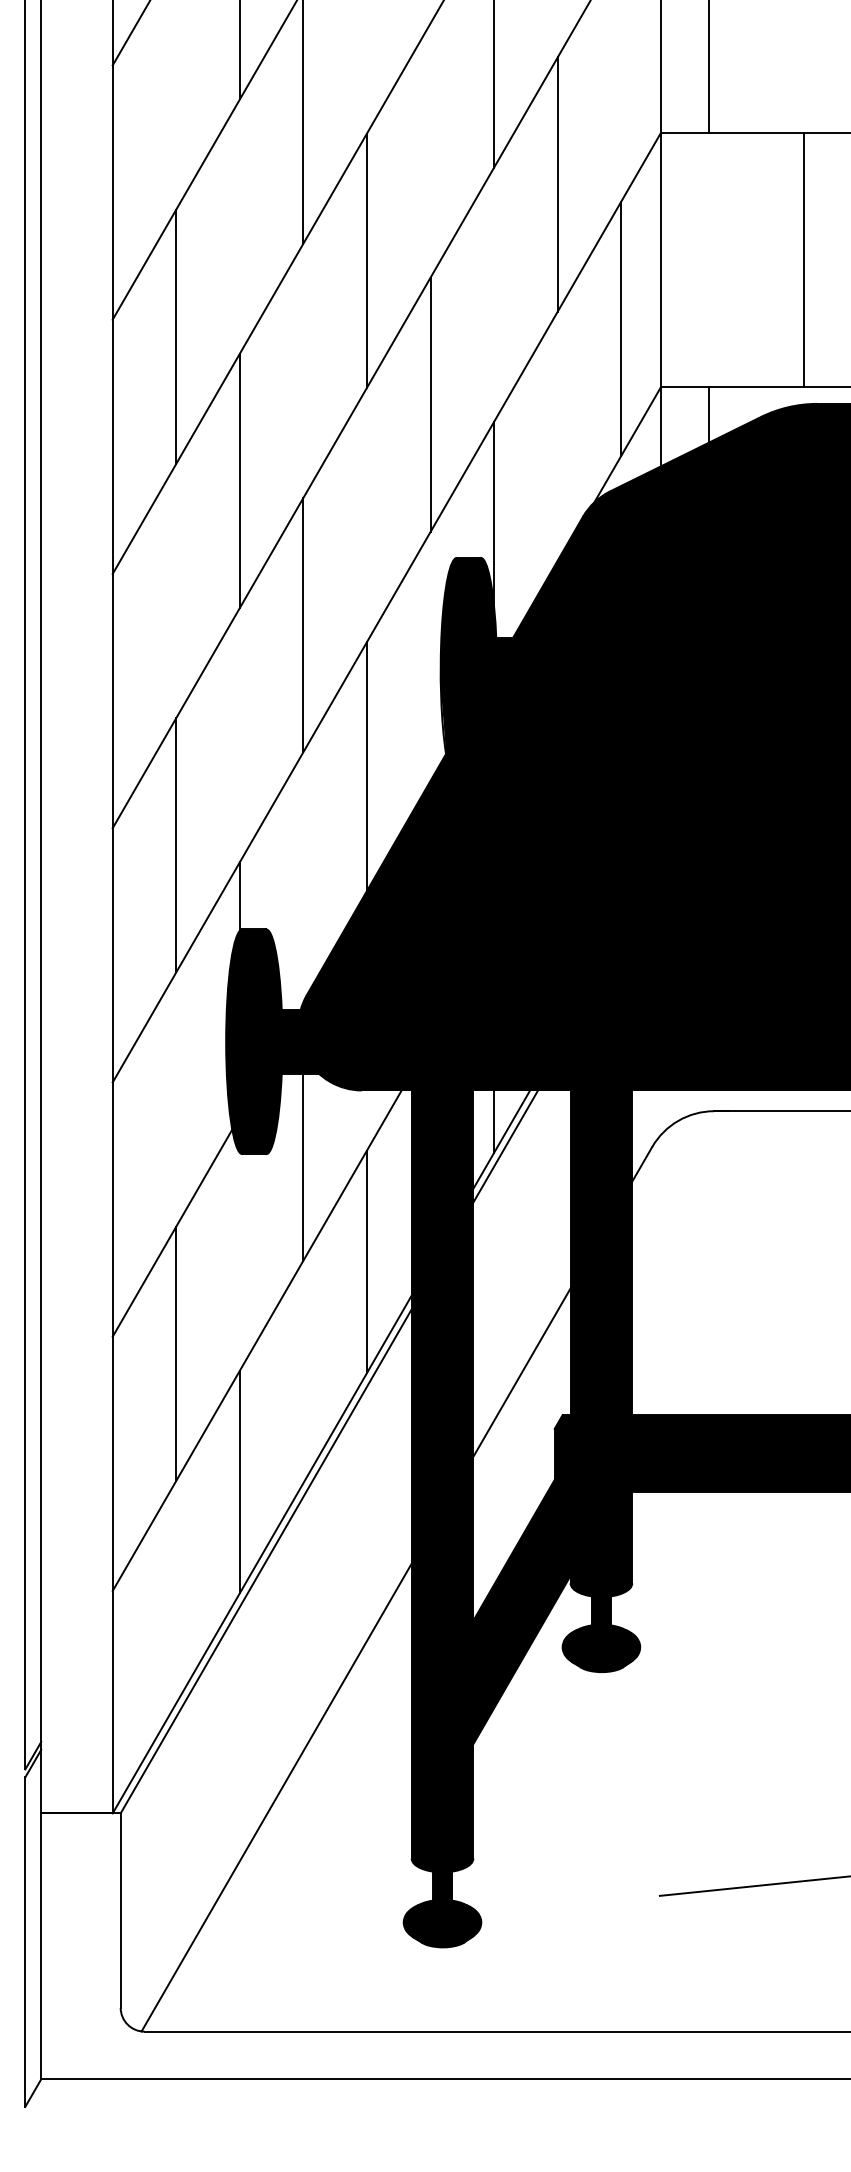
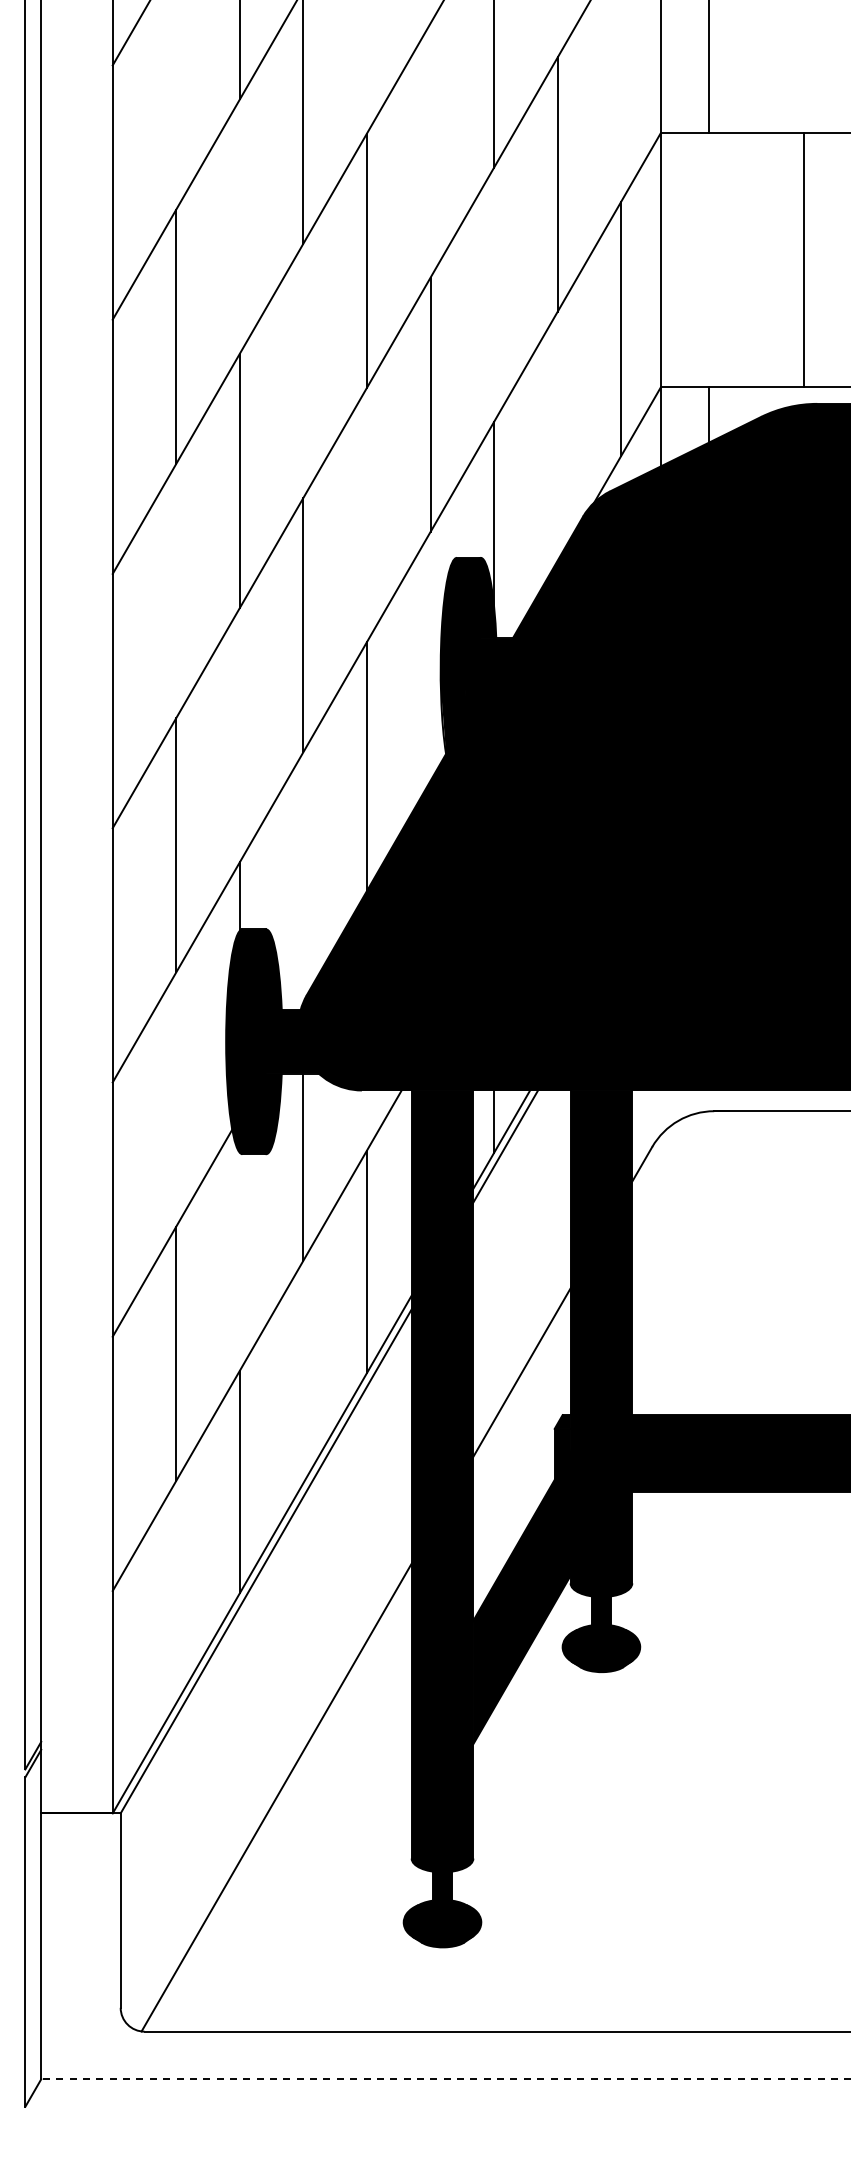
line at (753, 1885): present -> none
line at (445, 2079): solid -> dashed
